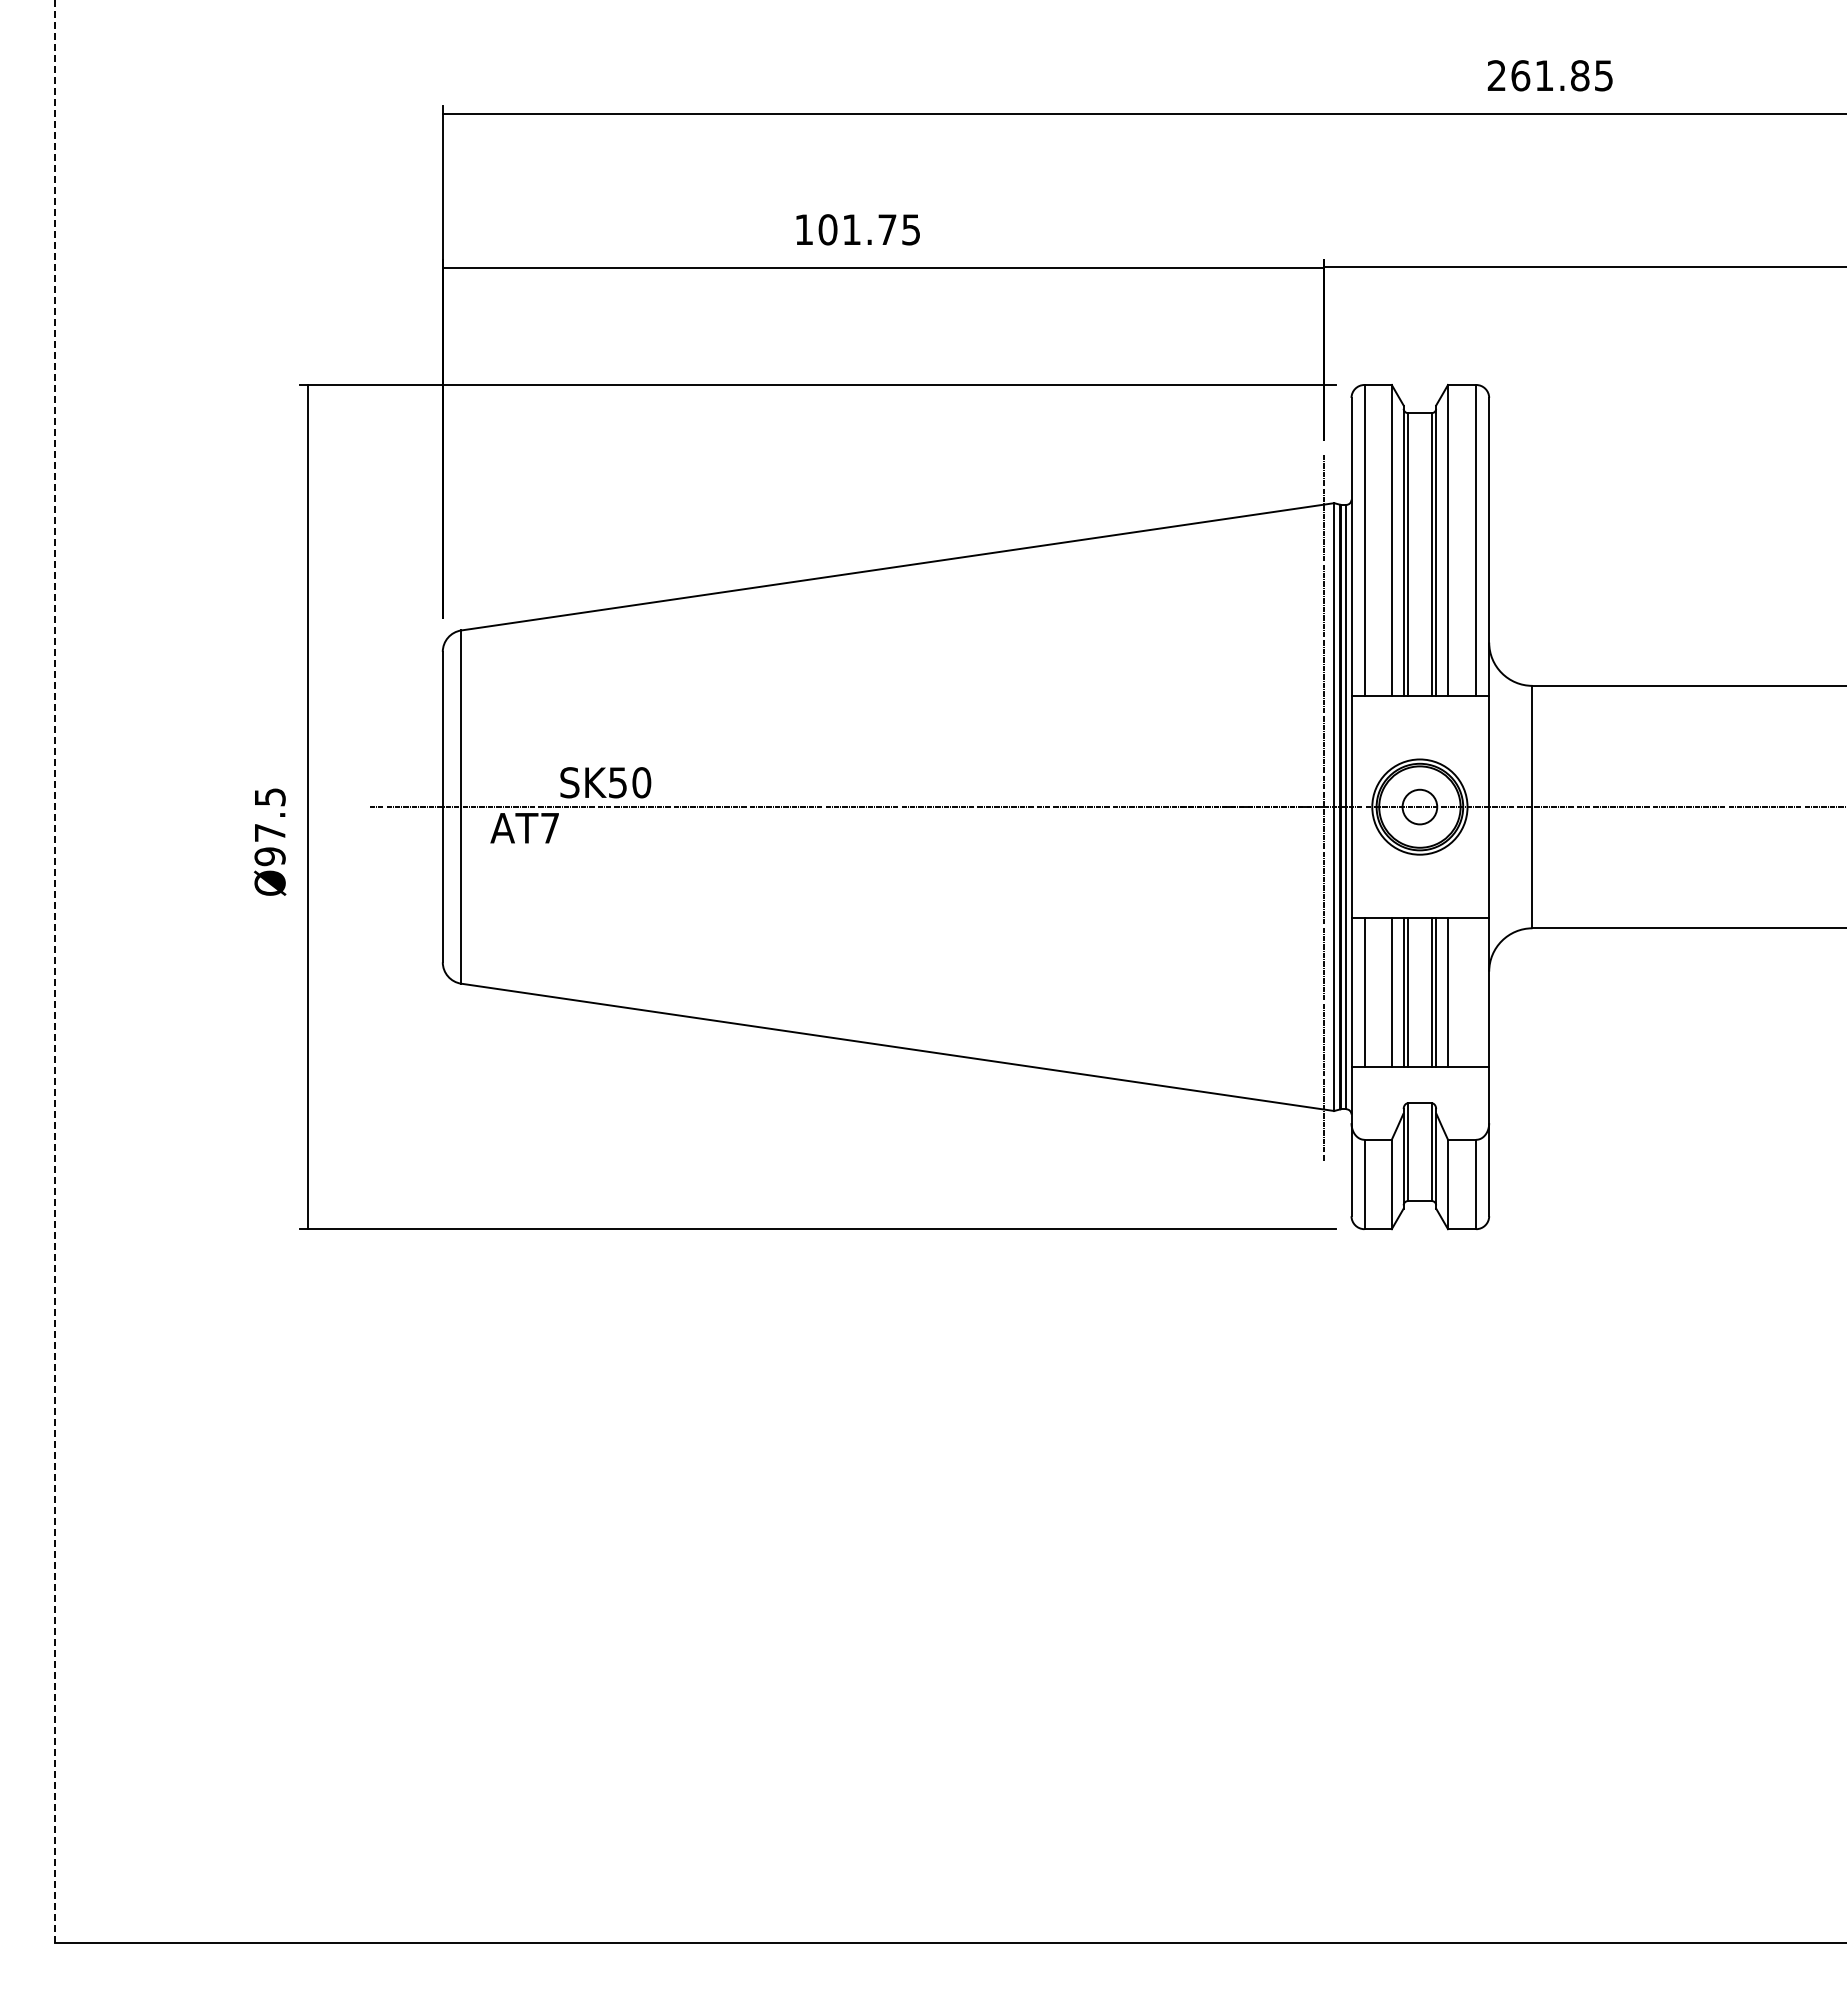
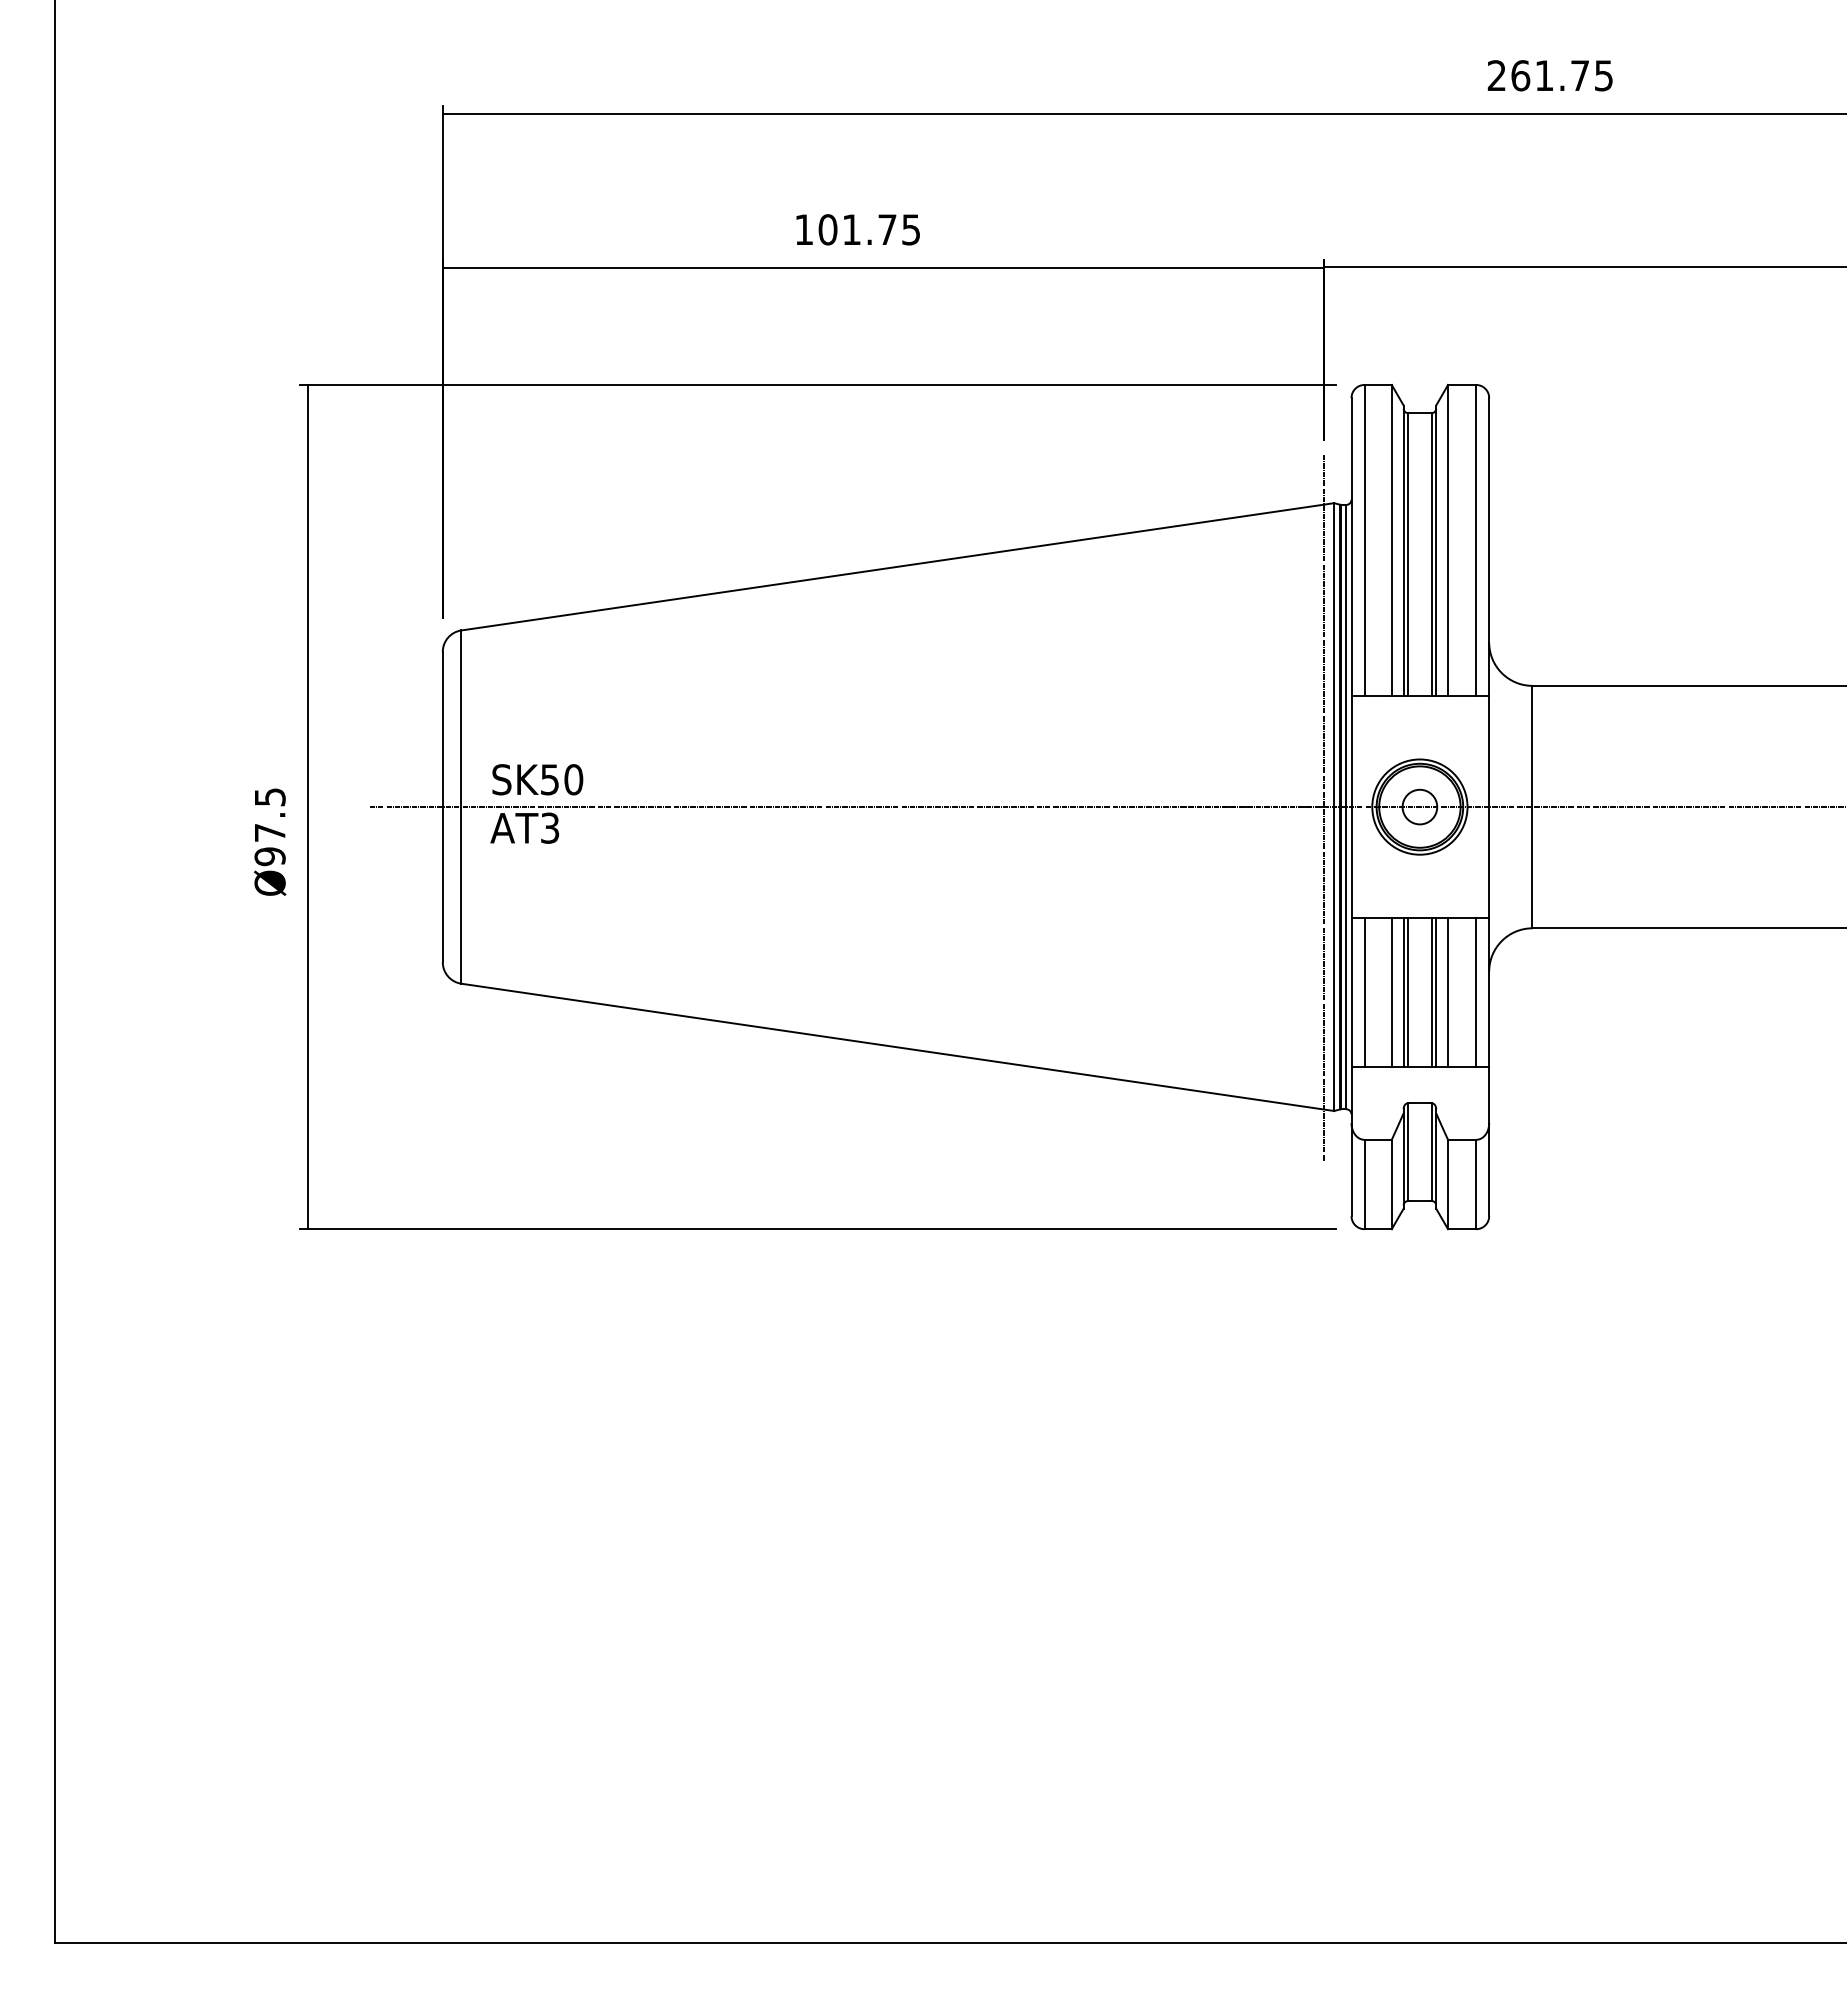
text at (1580, 75): 261.85 -> 261.75
text at (605, 782) position: (605, 782) -> (537, 779)
text at (550, 827): AT7 -> AT3
line at (55, 971): dashed -> solid
line at (1476, 992): none -> present
